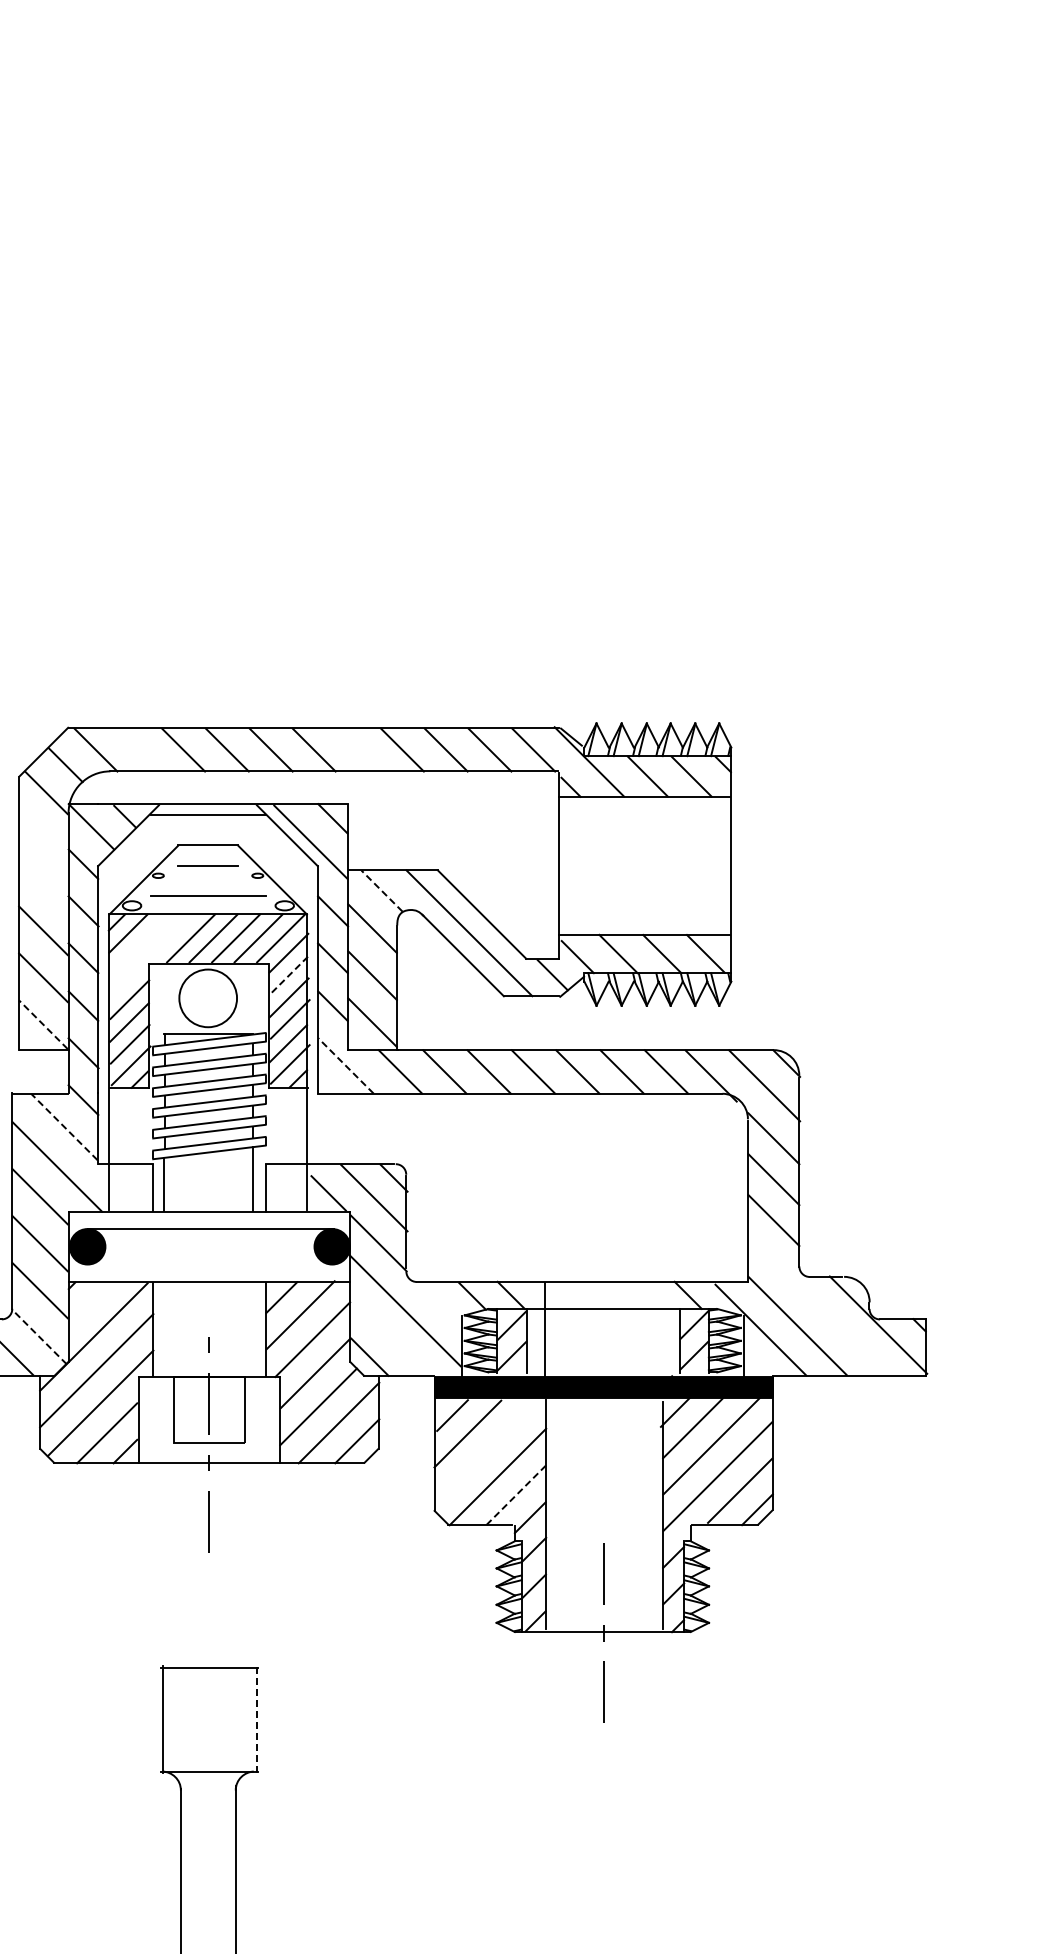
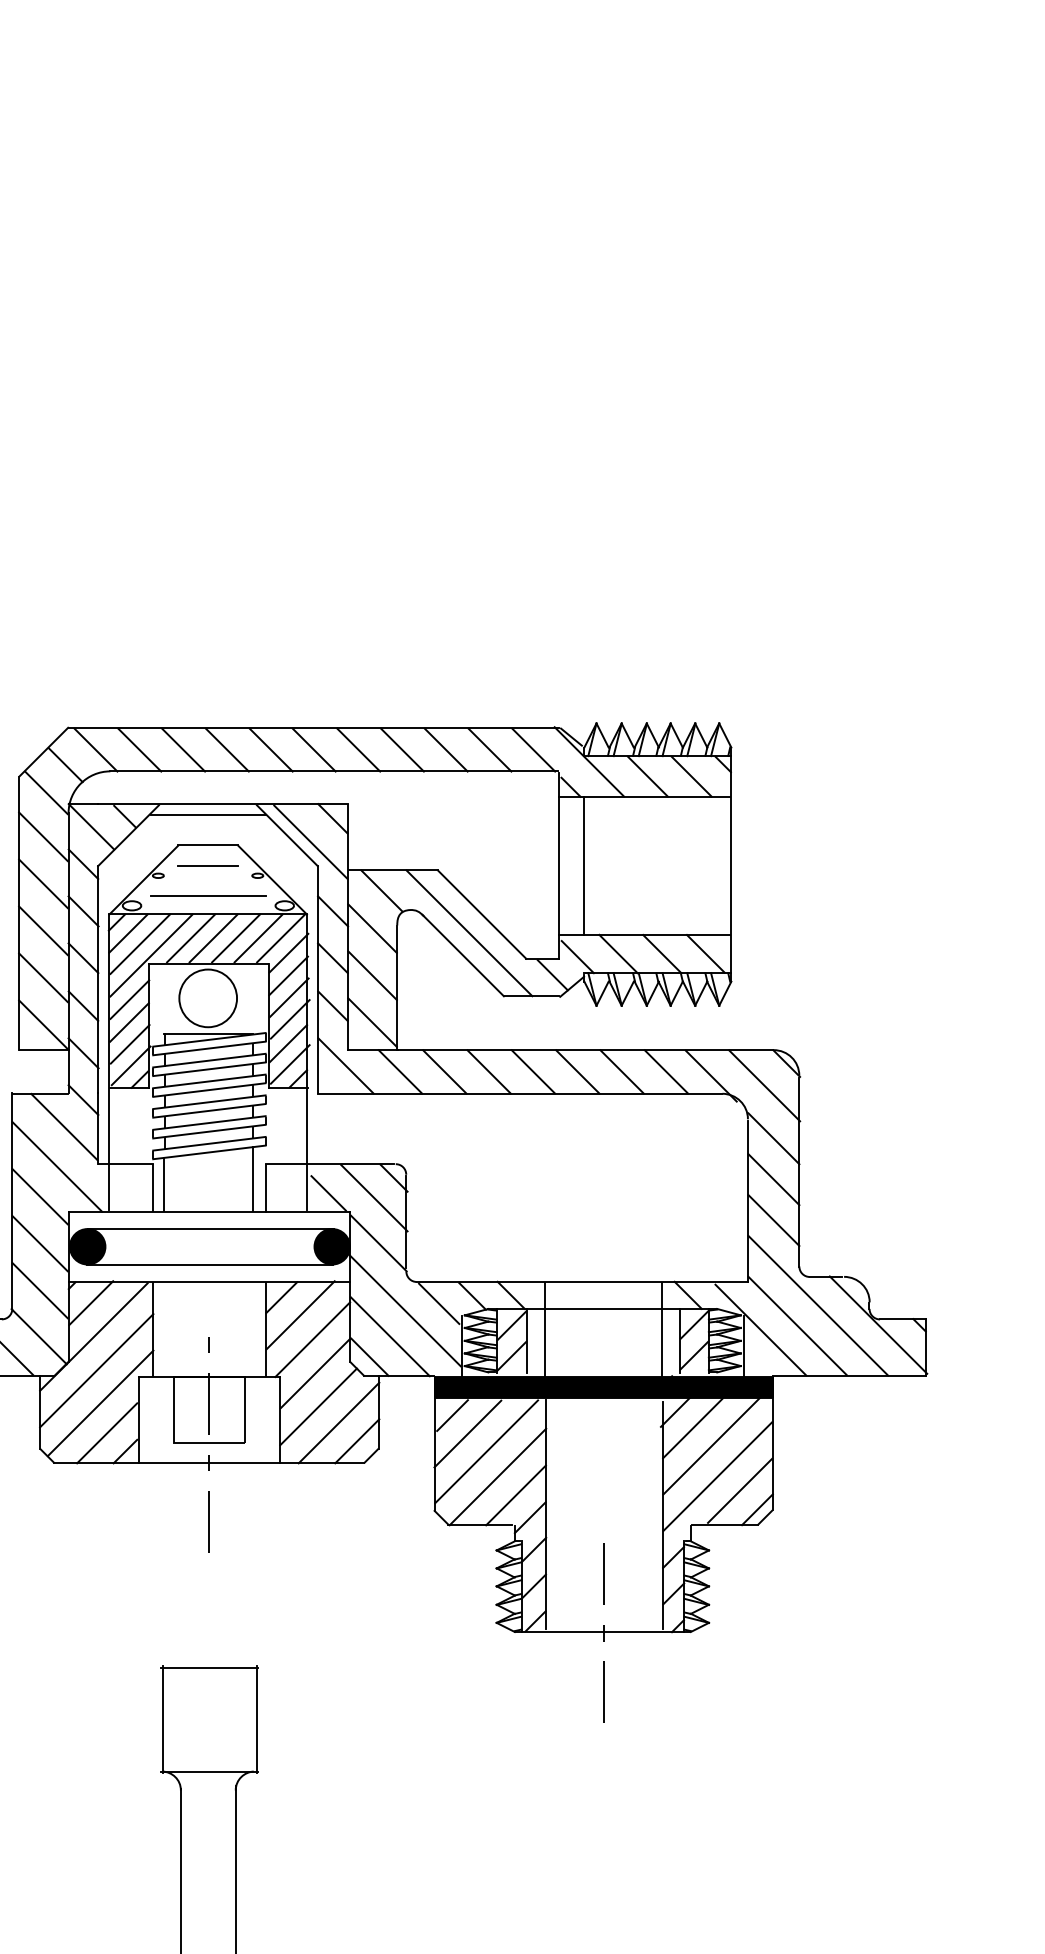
line at (139, 749): none -> present
line at (358, 749): none -> present
line at (43, 836): none -> present
line at (584, 866): none -> present
line at (43, 883): none -> present
line at (382, 891): dashed -> solid
line at (140, 943): none -> present
line at (151, 955): none -> present
line at (288, 976): dashed -> solid
line at (43, 1024): dashed -> solid
line at (345, 1065): dashed -> solid
line at (64, 1127): dashed -> solid
line at (209, 1264): none -> present
line at (91, 1303): none -> present
line at (439, 1303): none -> present
line at (818, 1305): none -> present
line at (662, 1328): none -> present
line at (38, 1336): dashed -> solid
line at (389, 1336): none -> present
line at (486, 1451): none -> present
line at (515, 1495): dashed -> solid
line at (256, 1719): dashed -> solid
